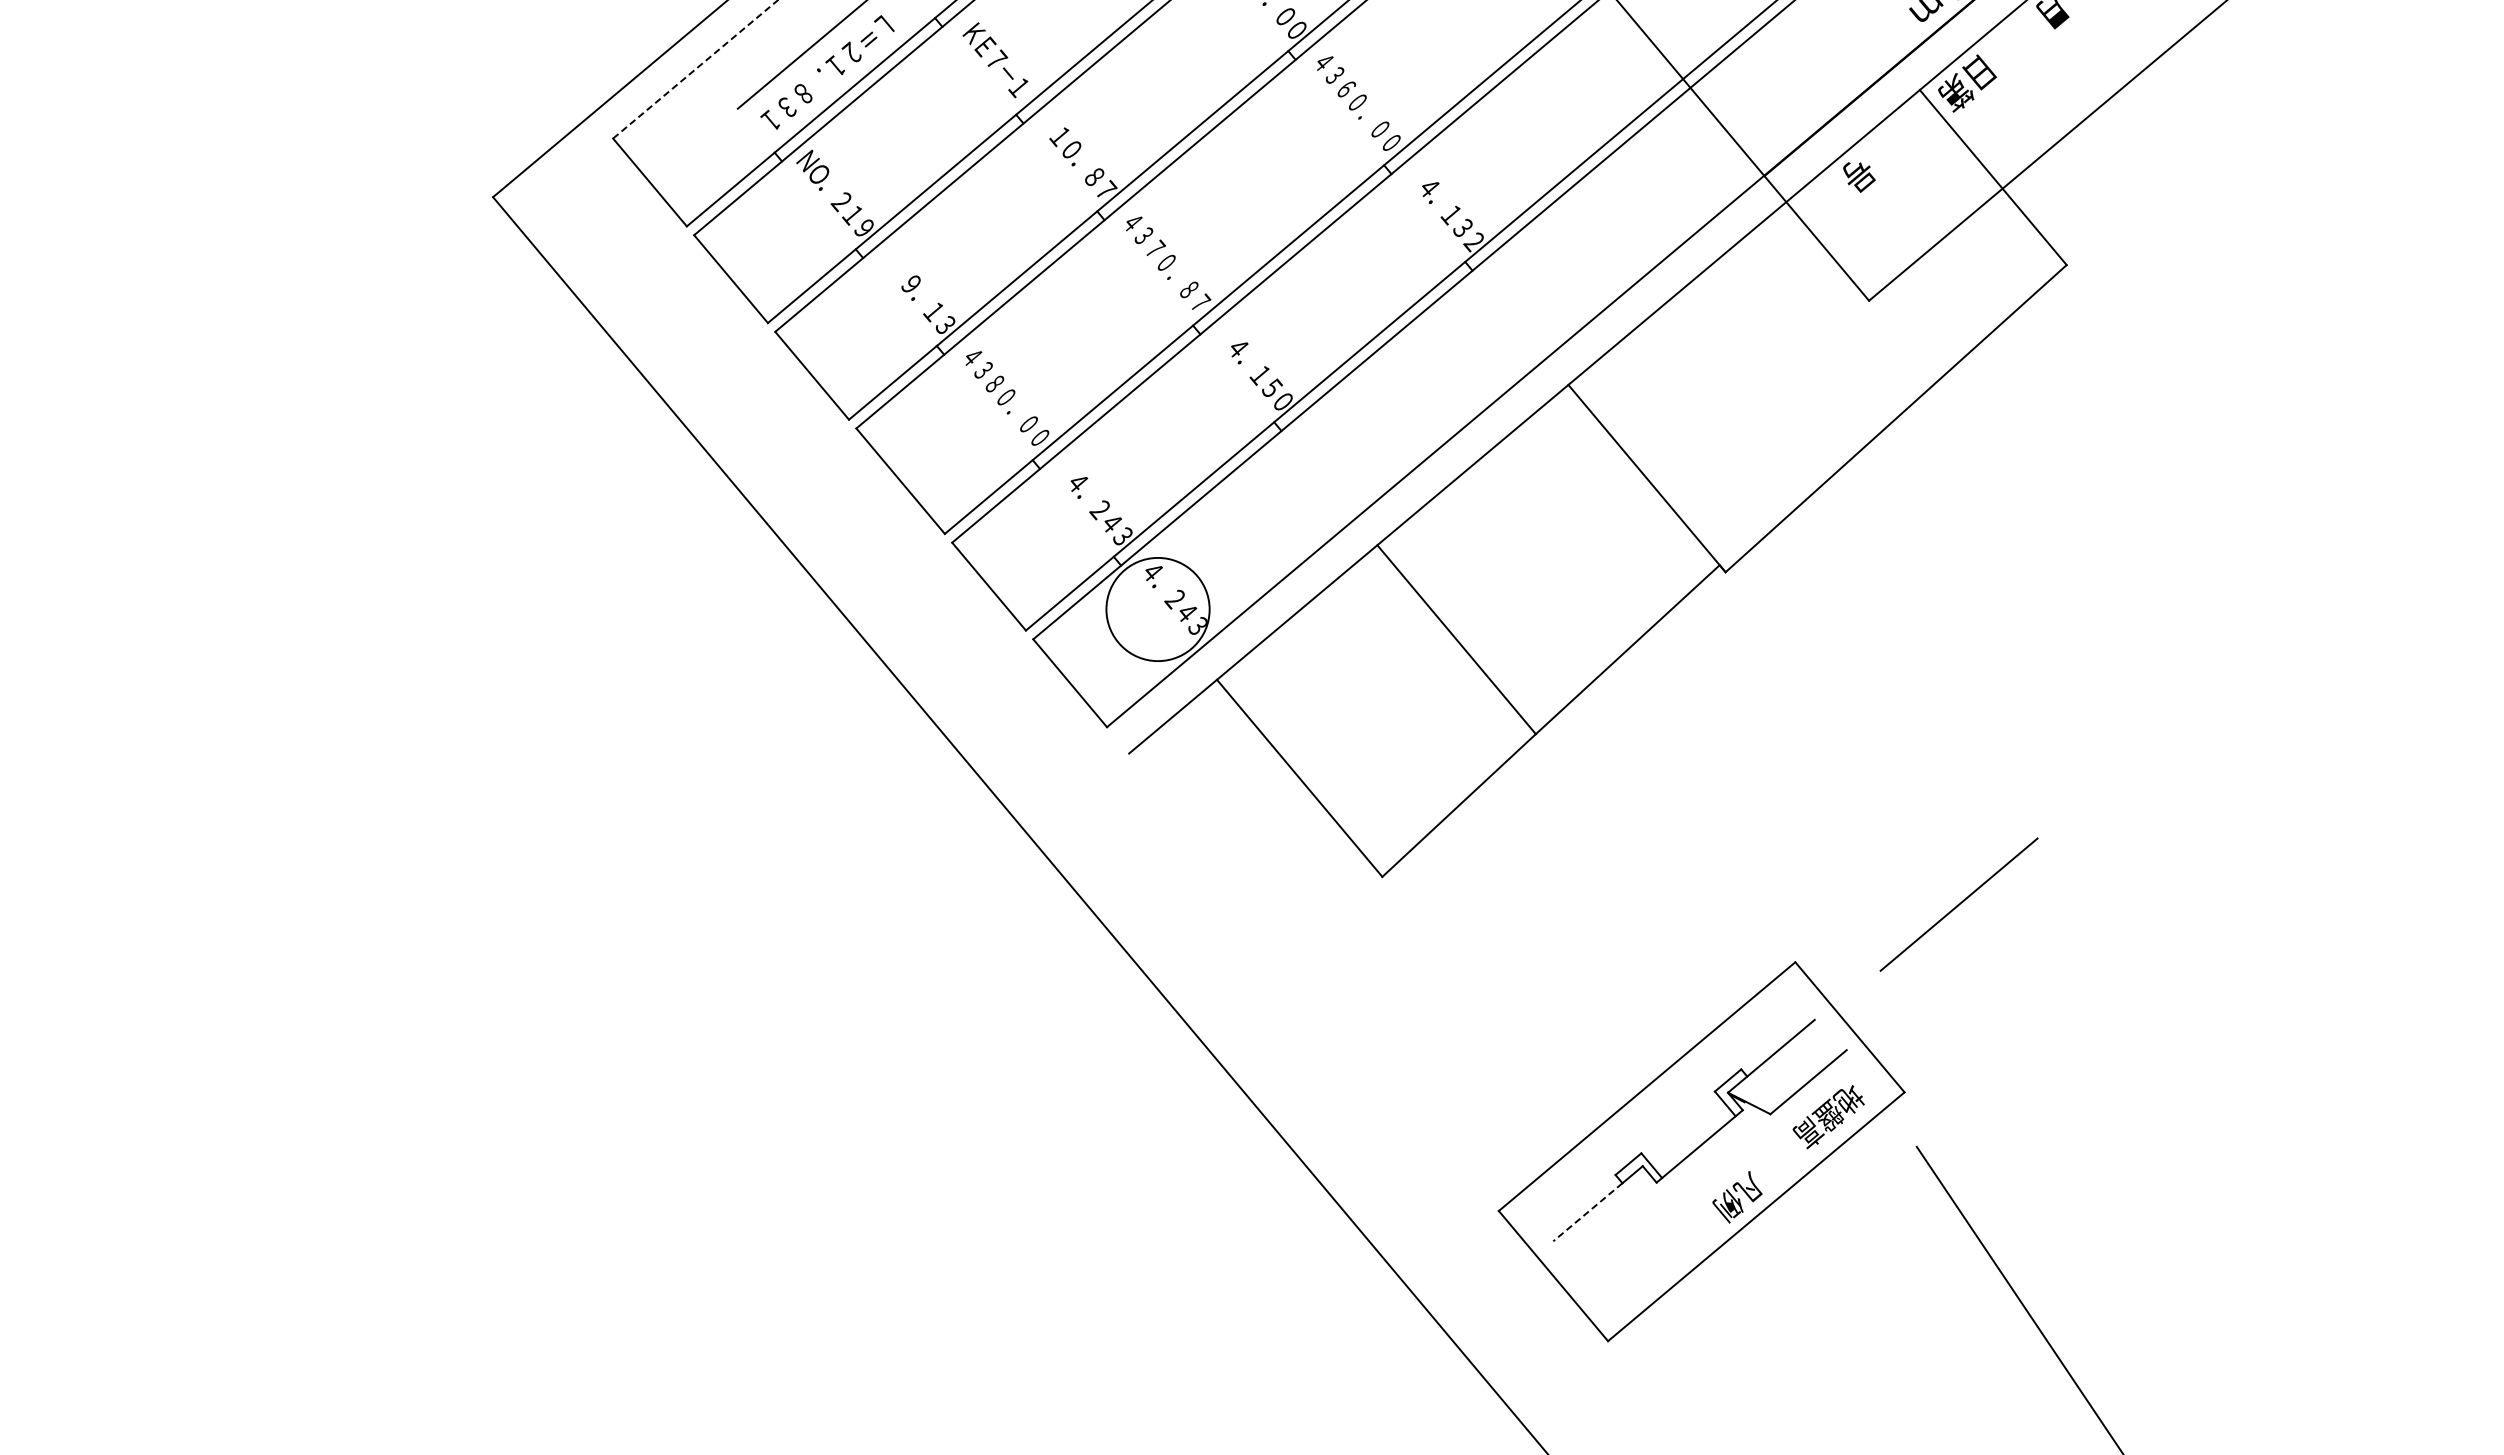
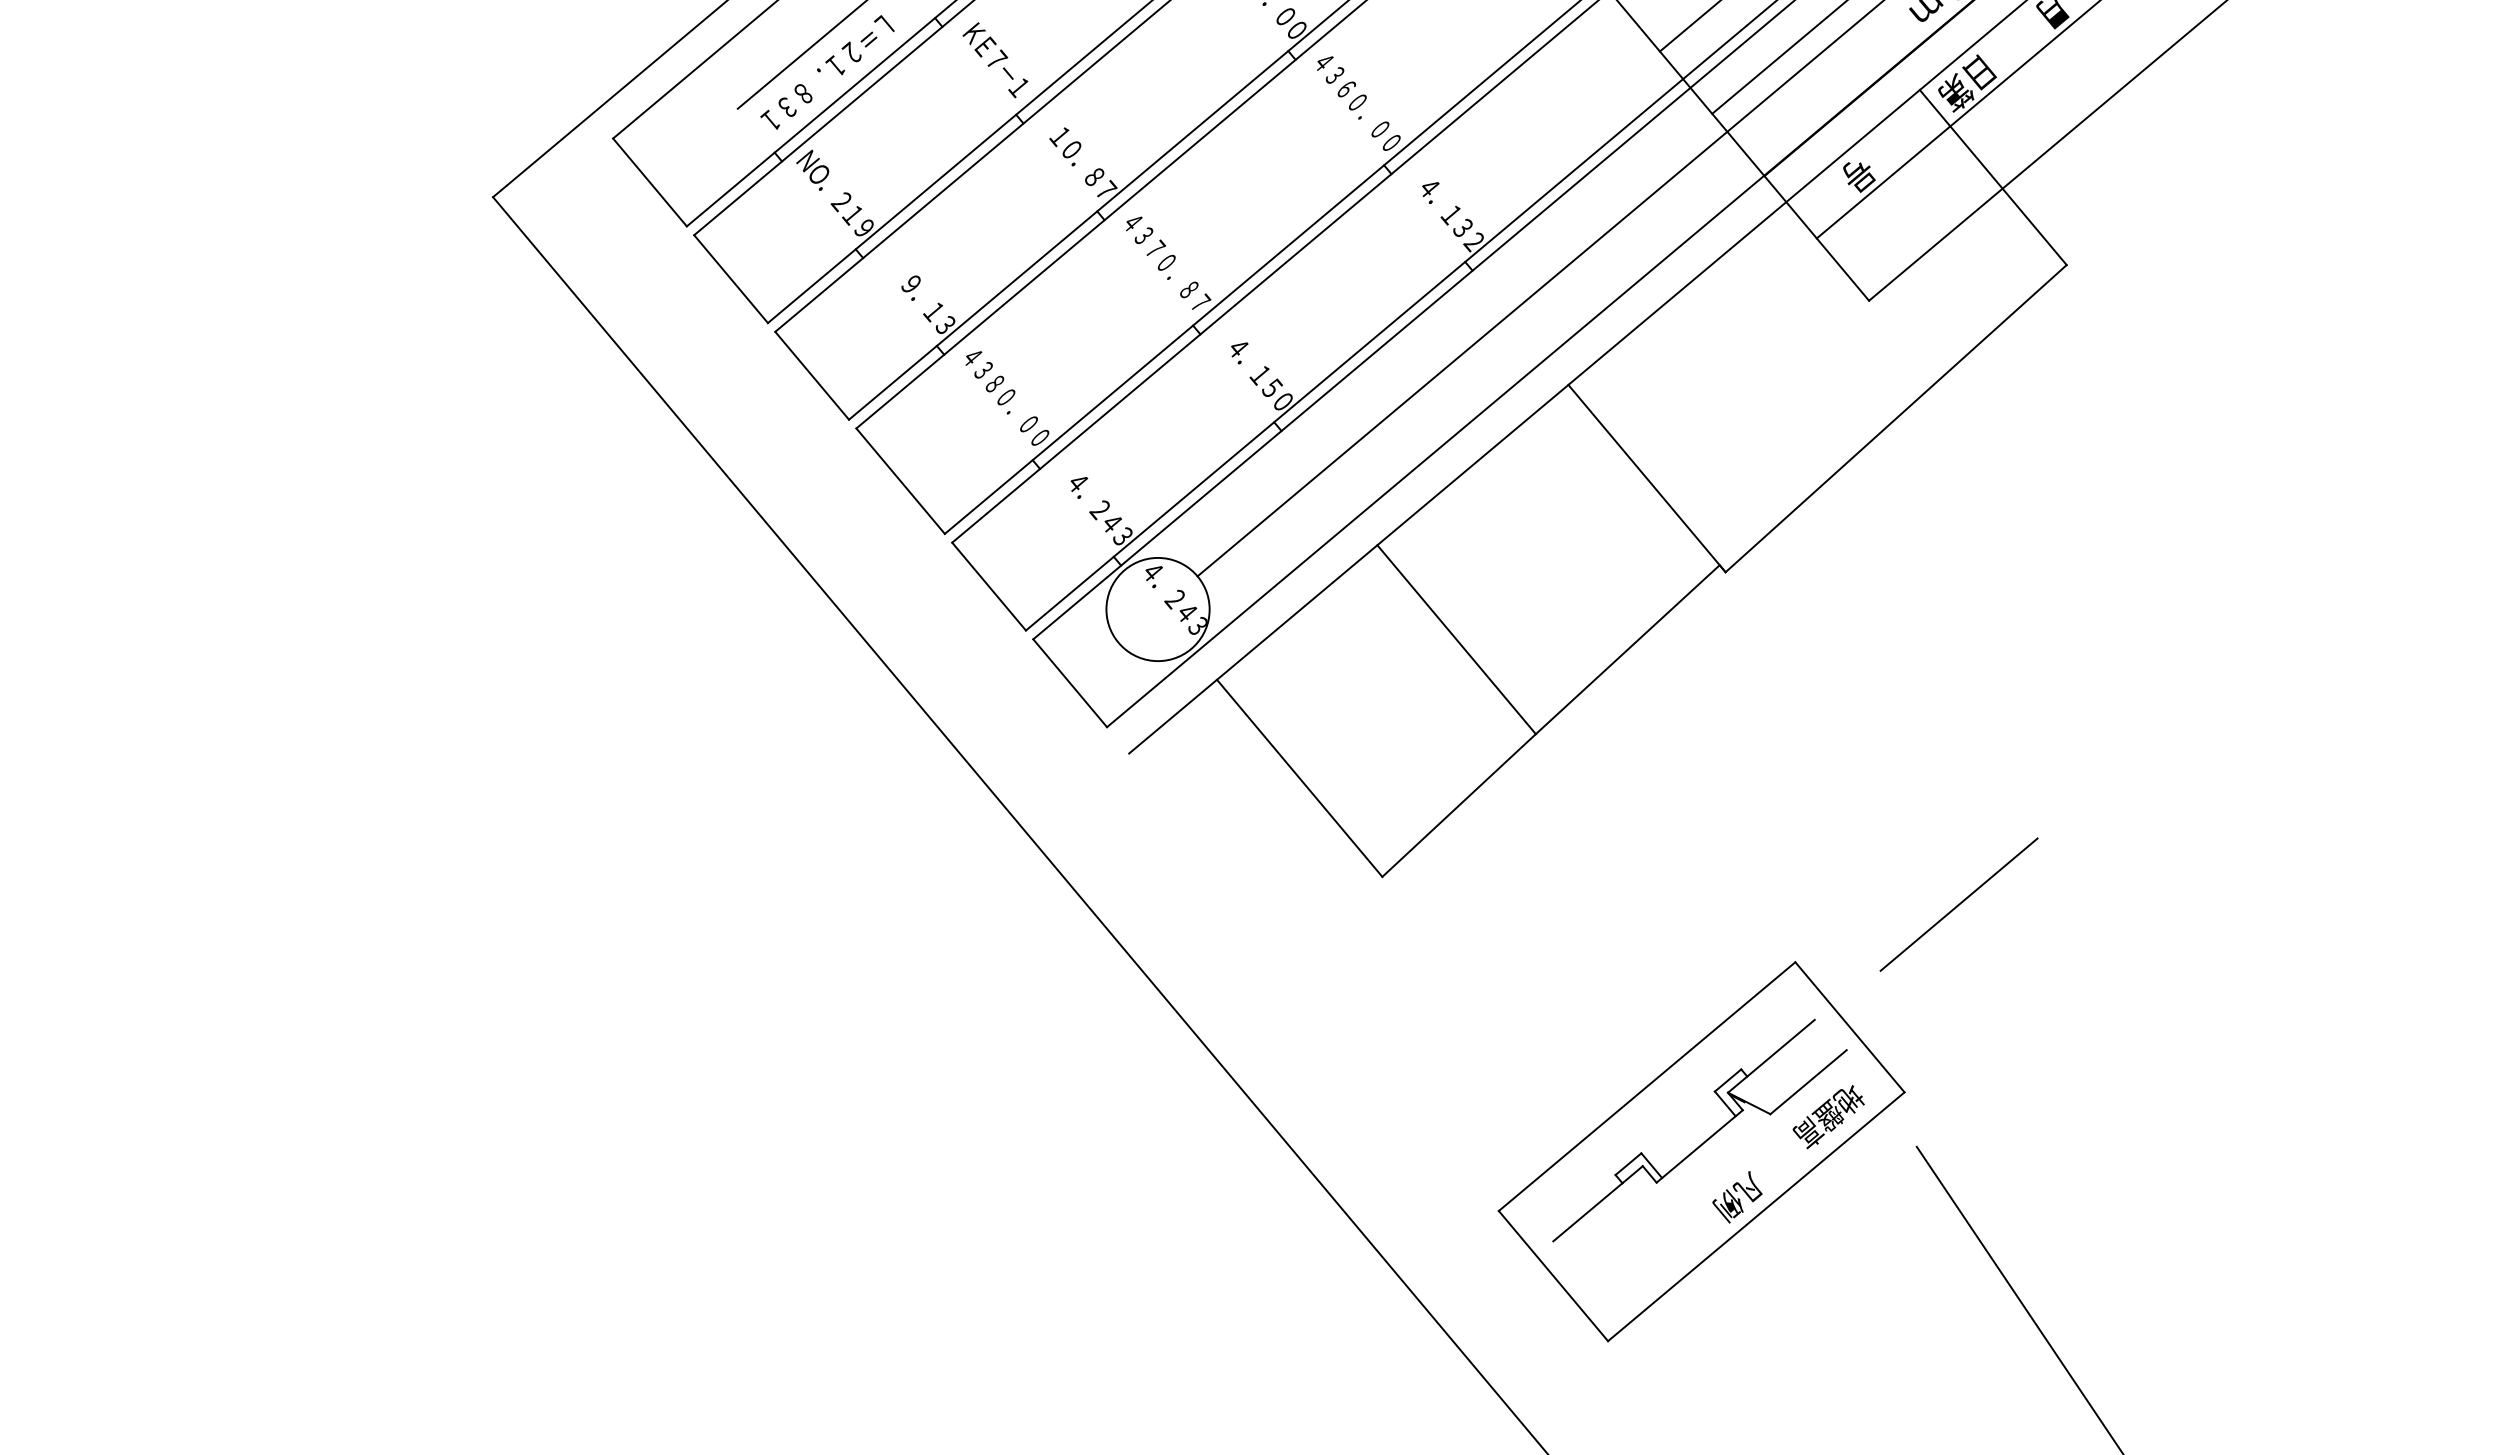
line at (1688, 26): none -> present
line at (1778, 57): none -> present
line at (695, 69): dashed -> solid
line at (1957, 120): none -> present
line at (1539, 289): none -> present
line at (1587, 1212): dashed -> solid
